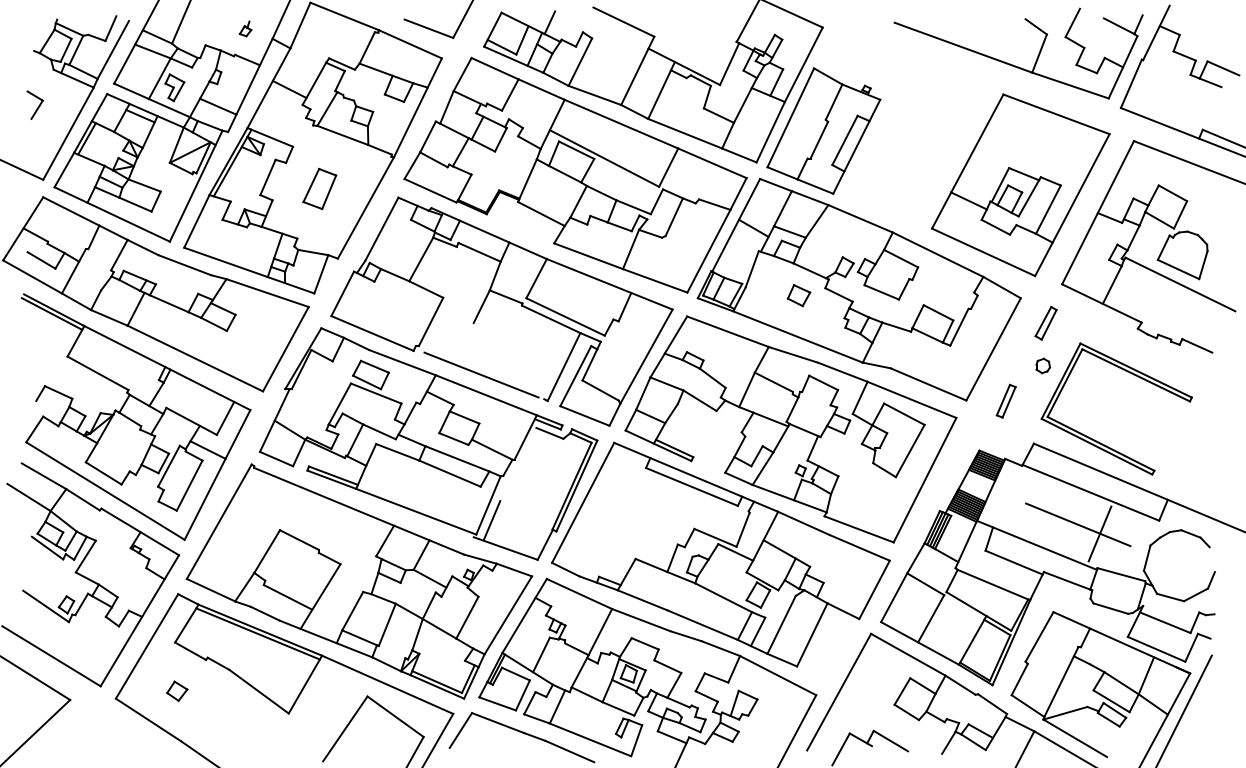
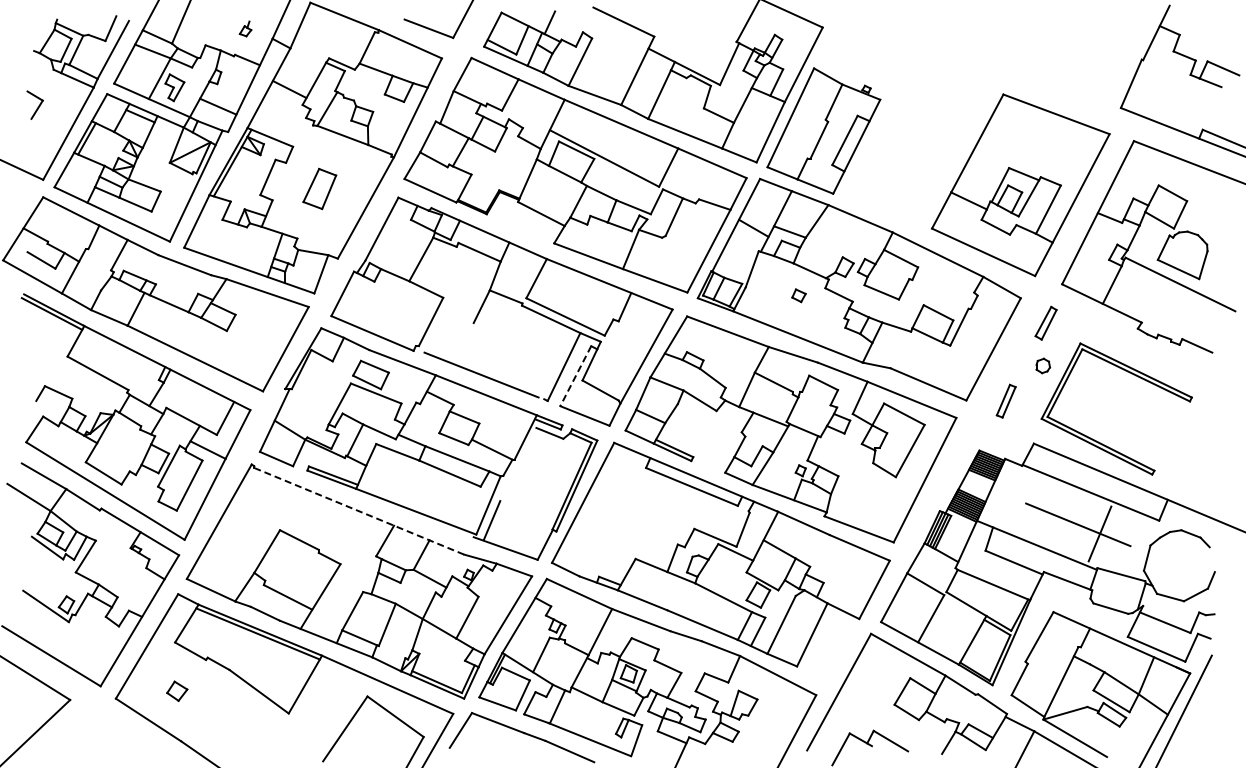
part at (1013, 64): present -> none
part at (798, 295) size: 26x24 px -> 16x16 px
line at (575, 376): solid -> dashed
line at (358, 511): solid -> dashed
